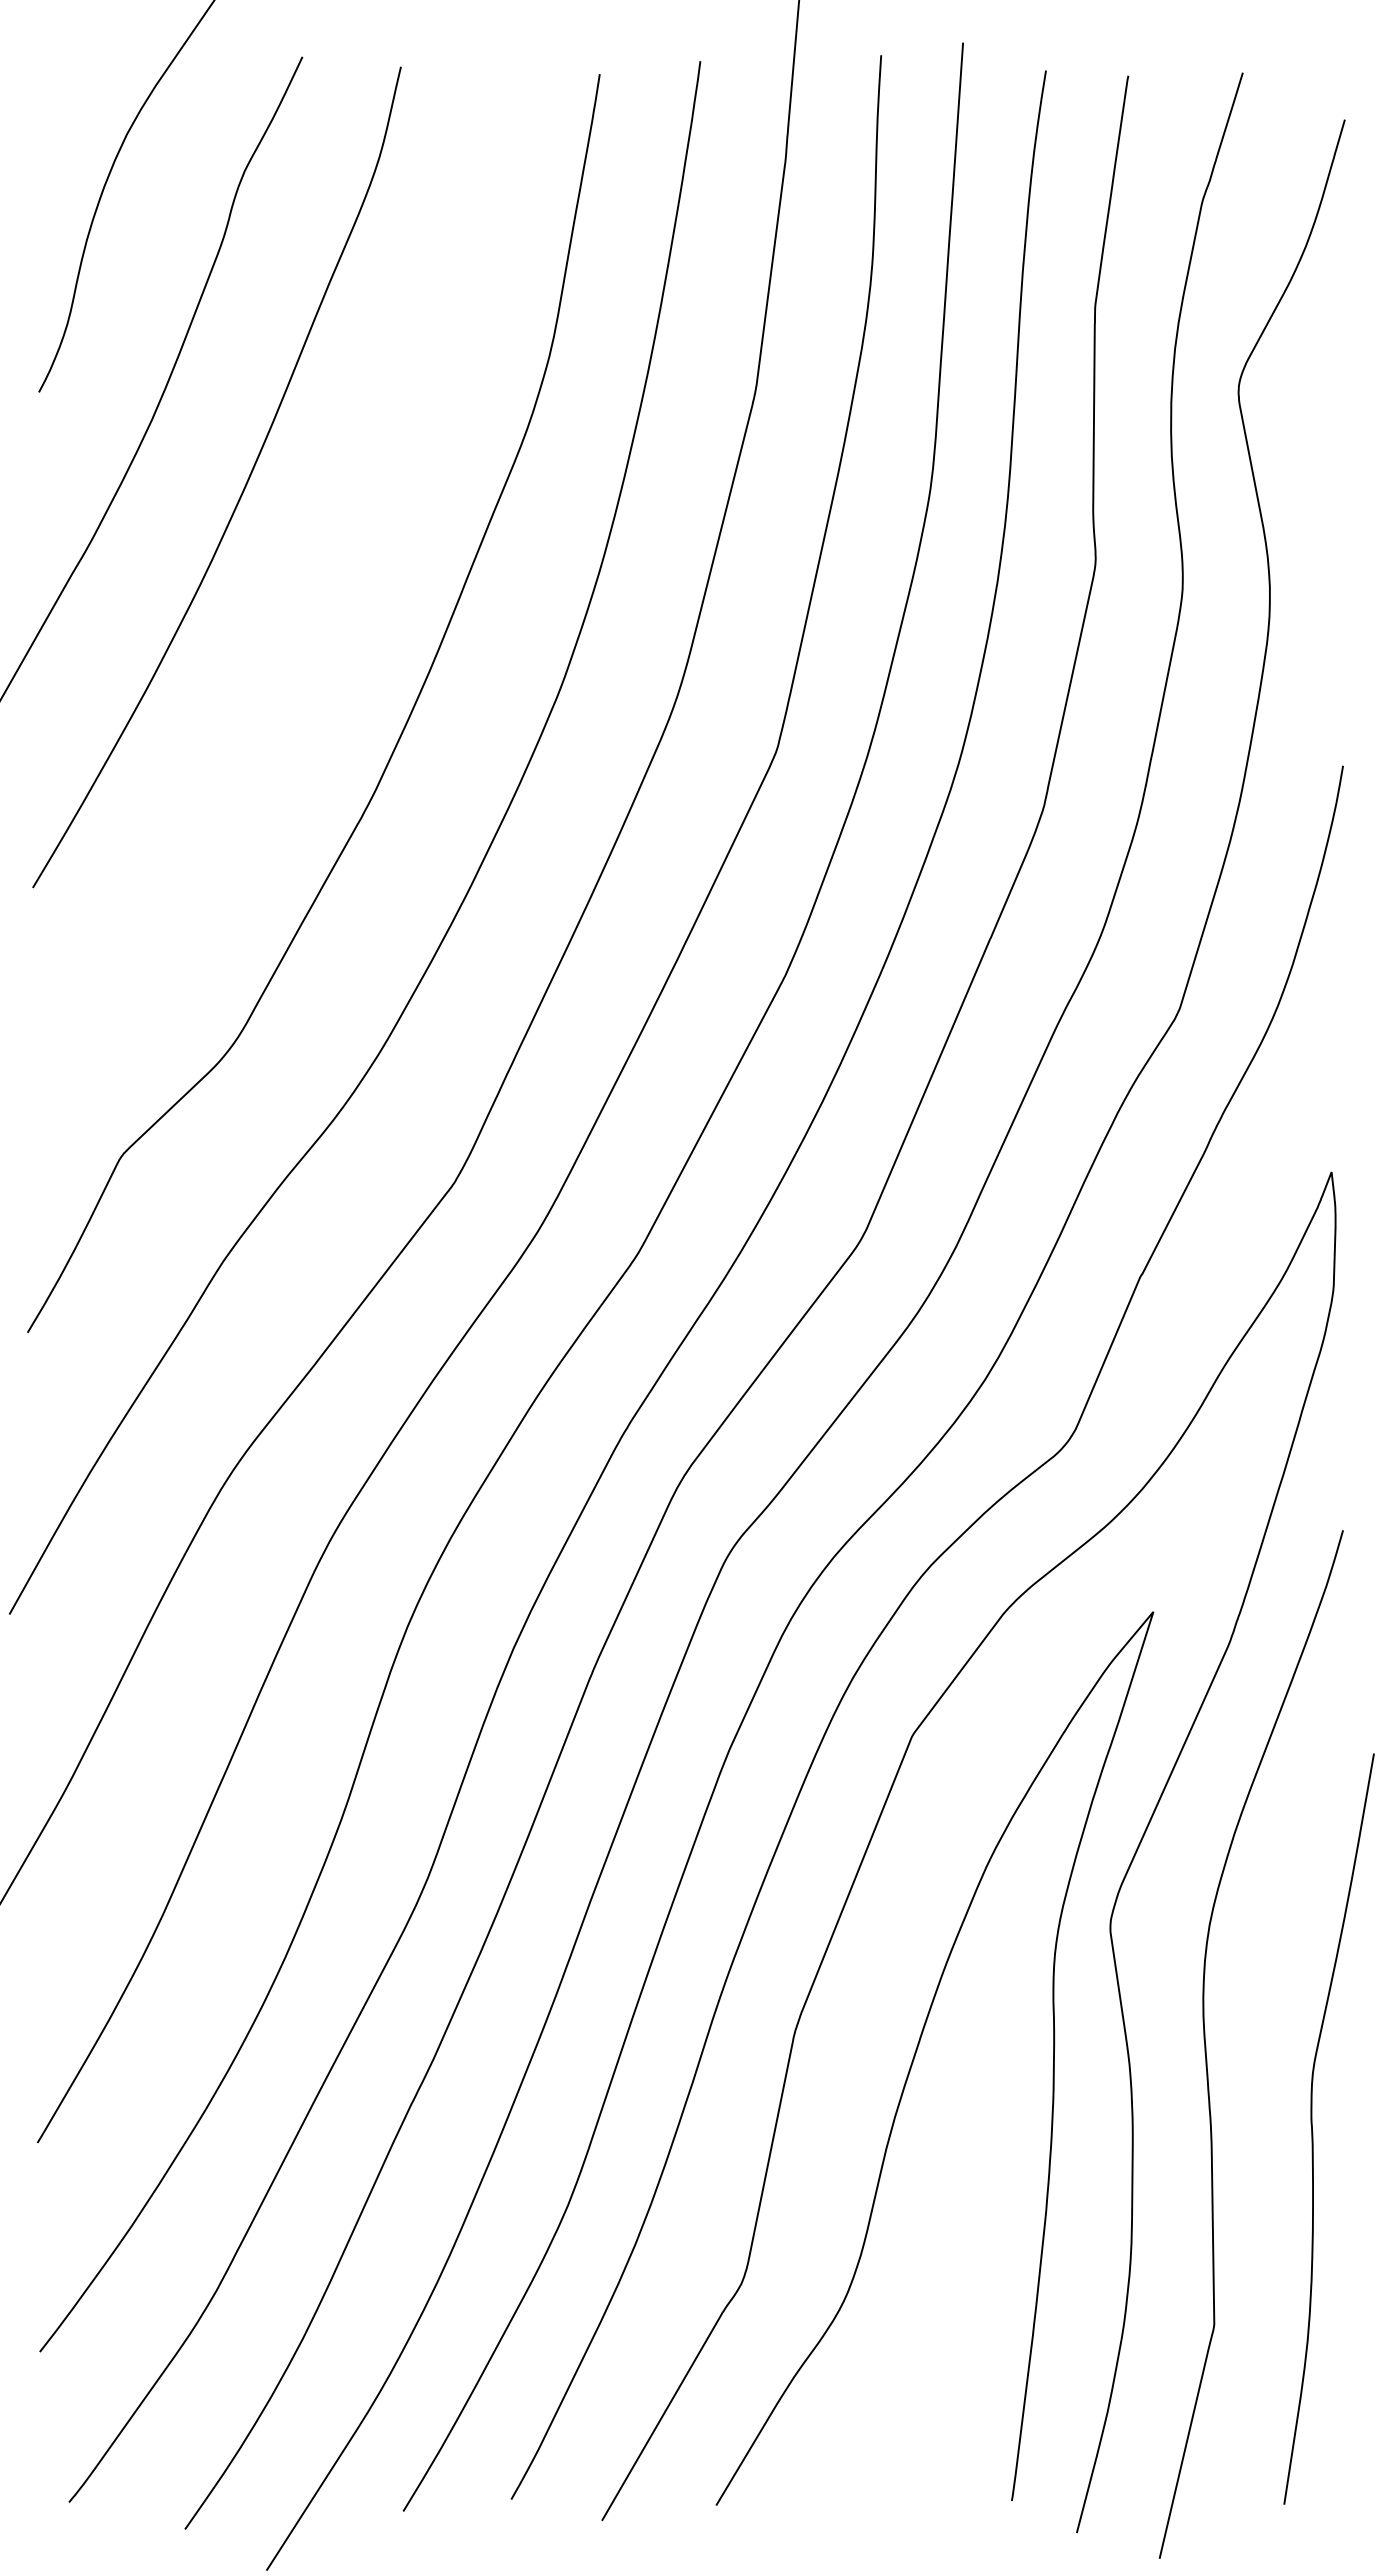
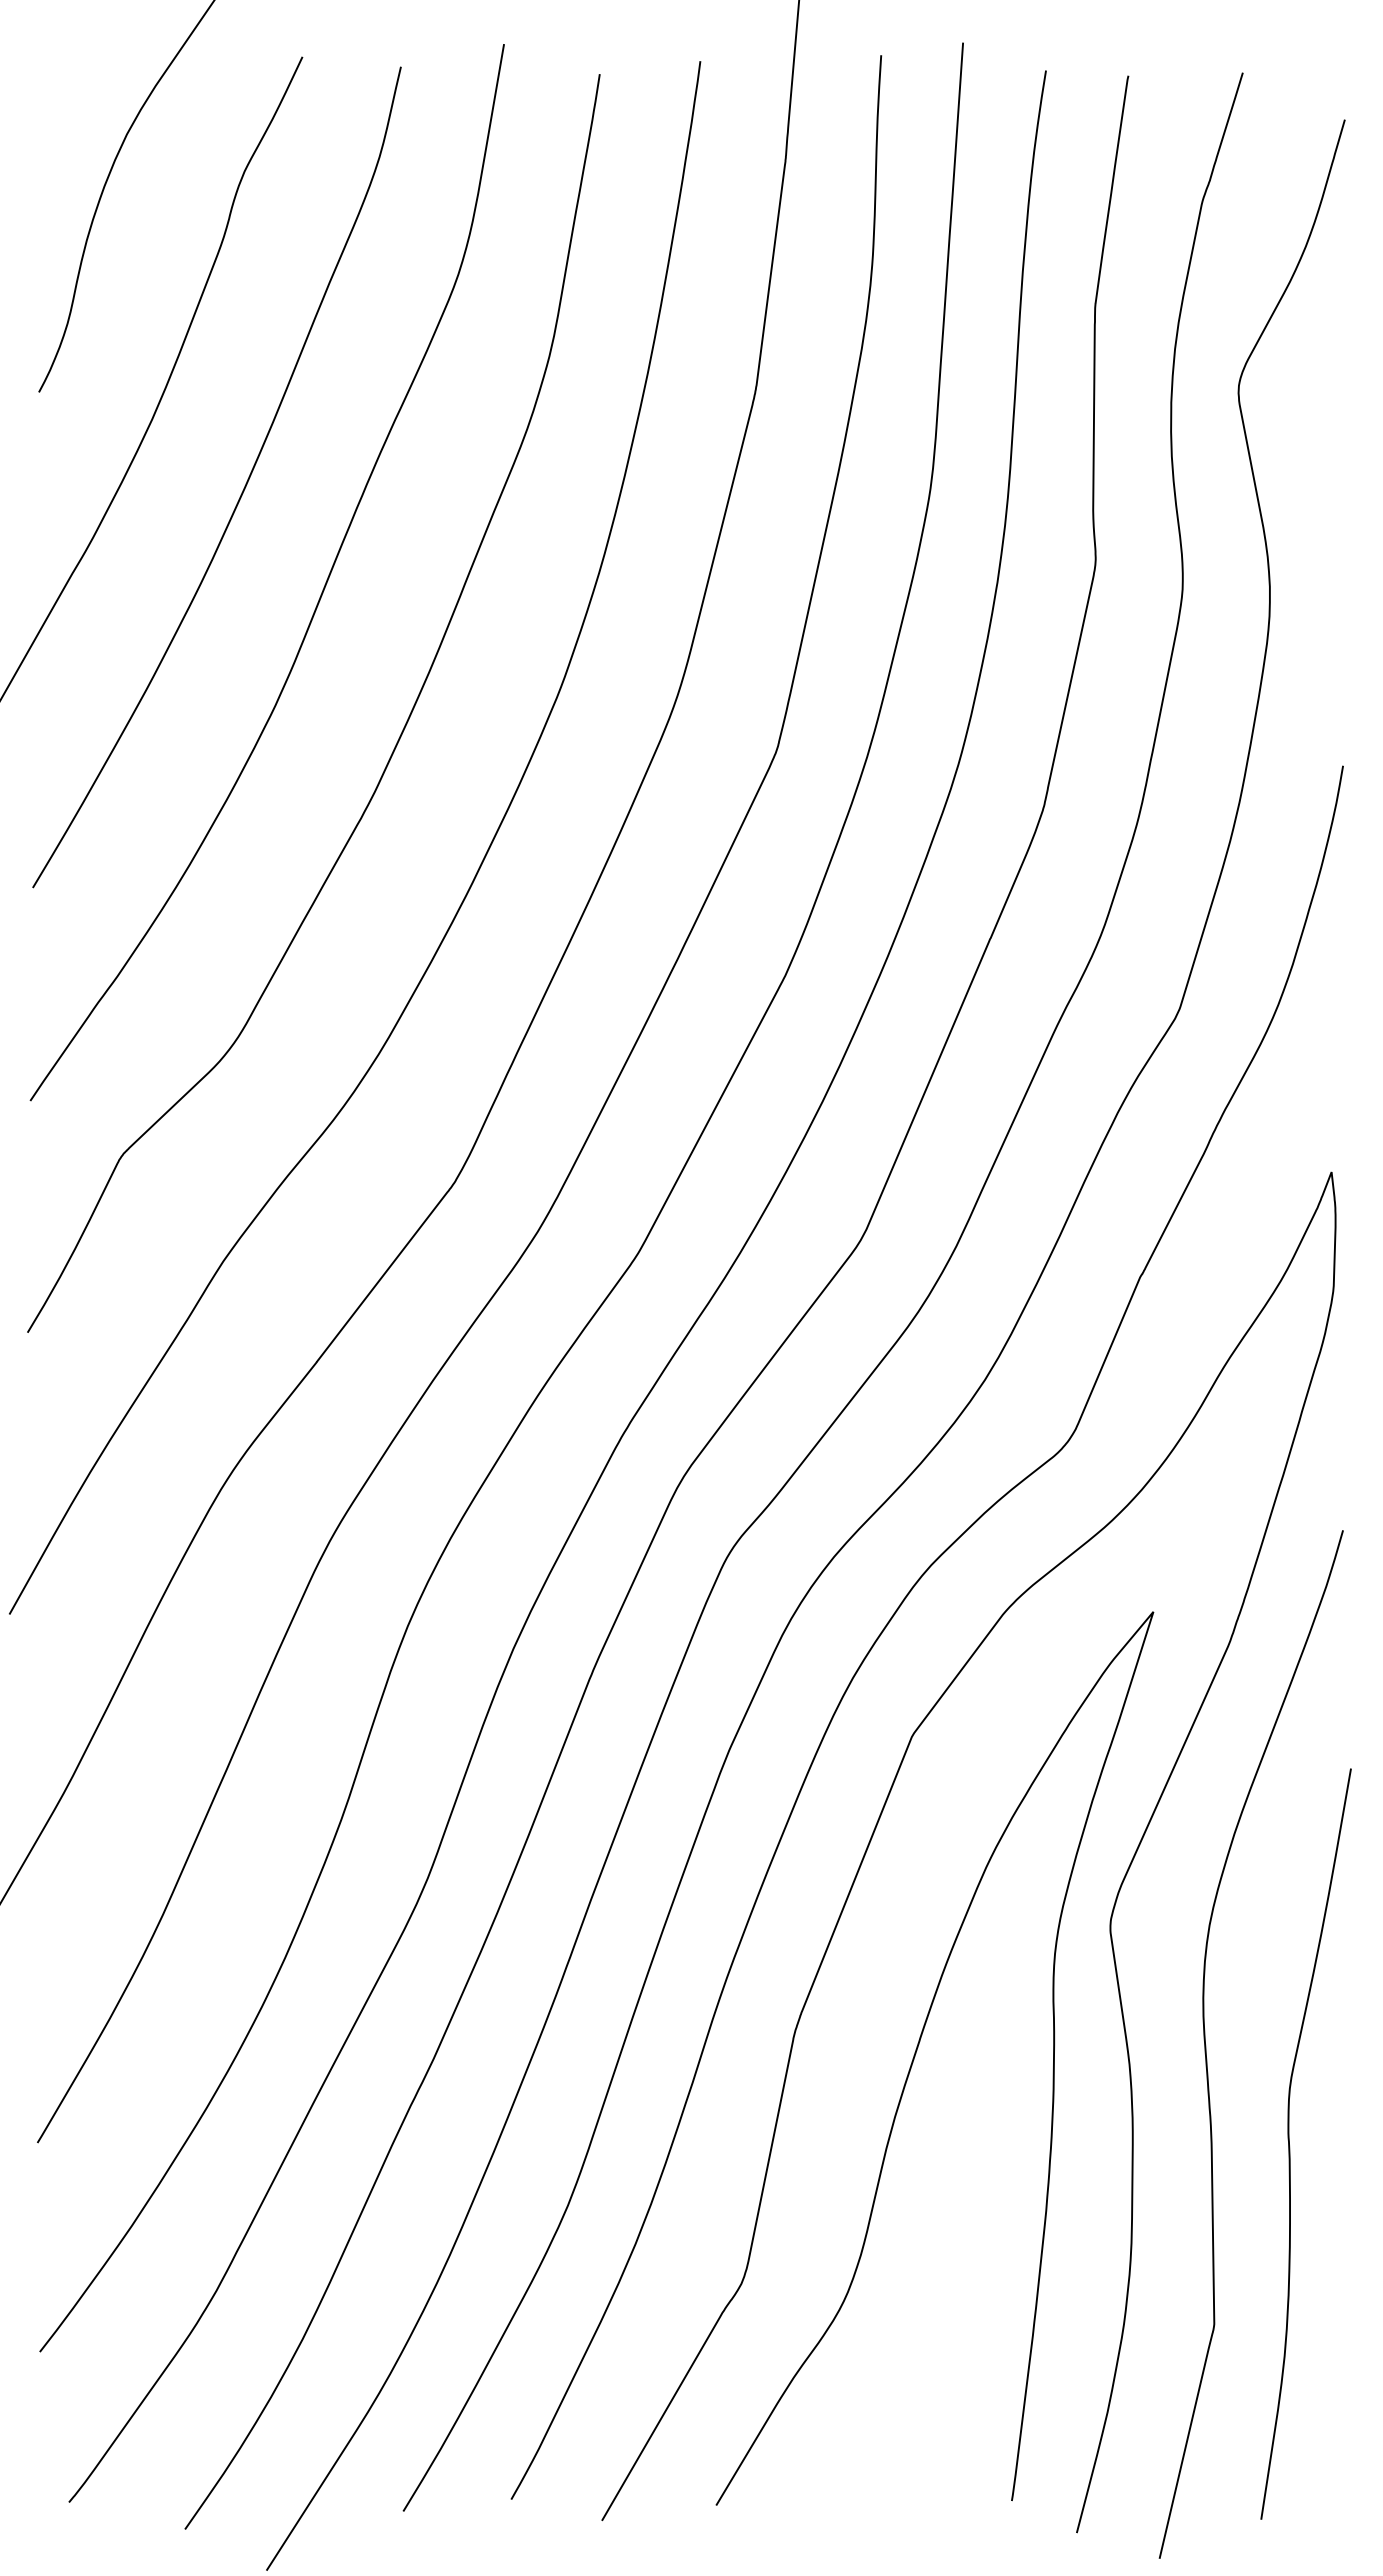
curve at (320, 594): none -> present
curve at (1313, 2131) position: (1313, 2131) -> (1290, 2146)
